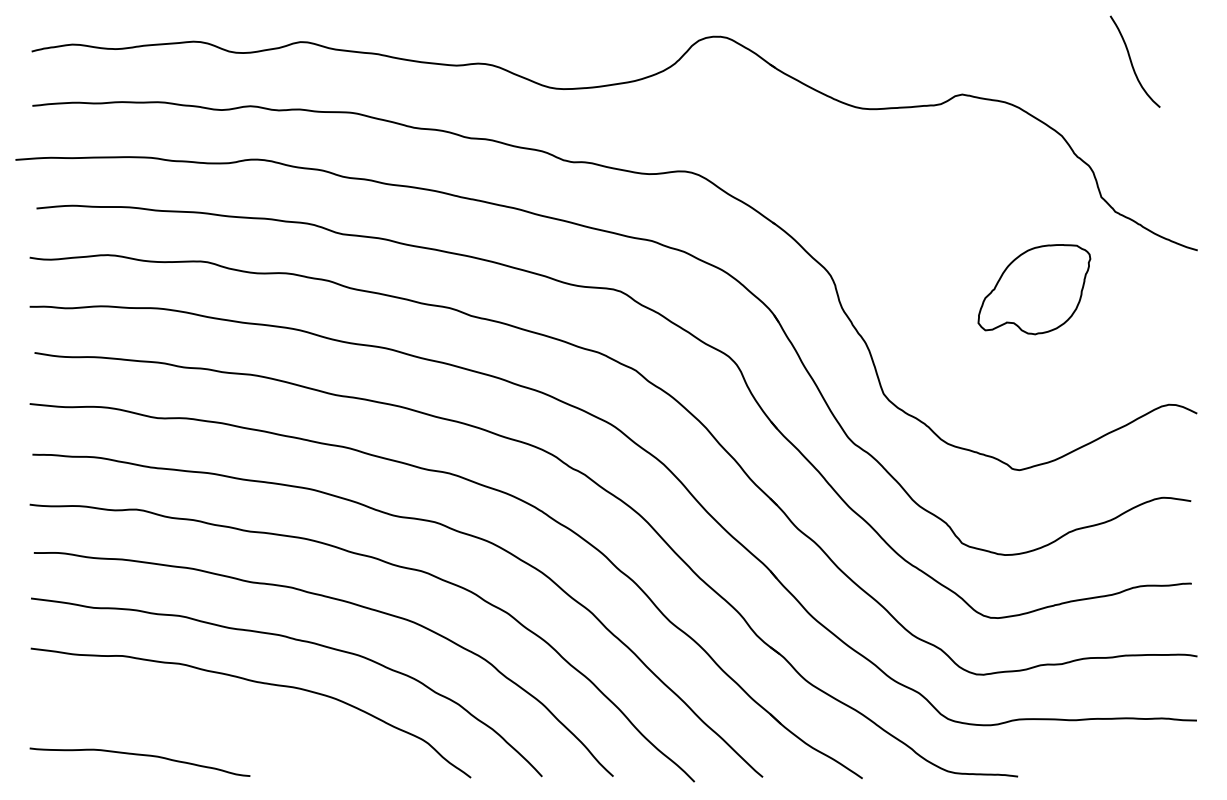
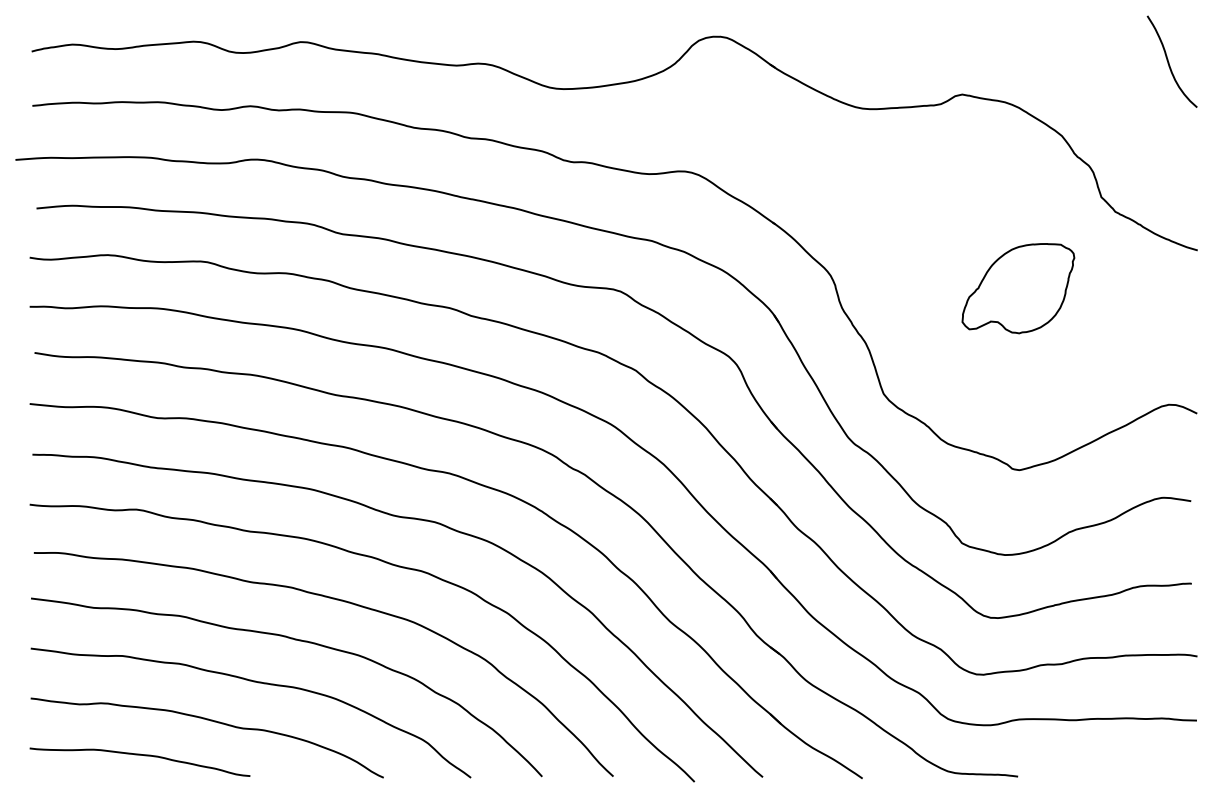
curve at (1132, 62) position: (1132, 62) -> (1169, 62)
part at (1034, 289) position: (1034, 289) -> (1018, 288)
curve at (210, 721): none -> present
